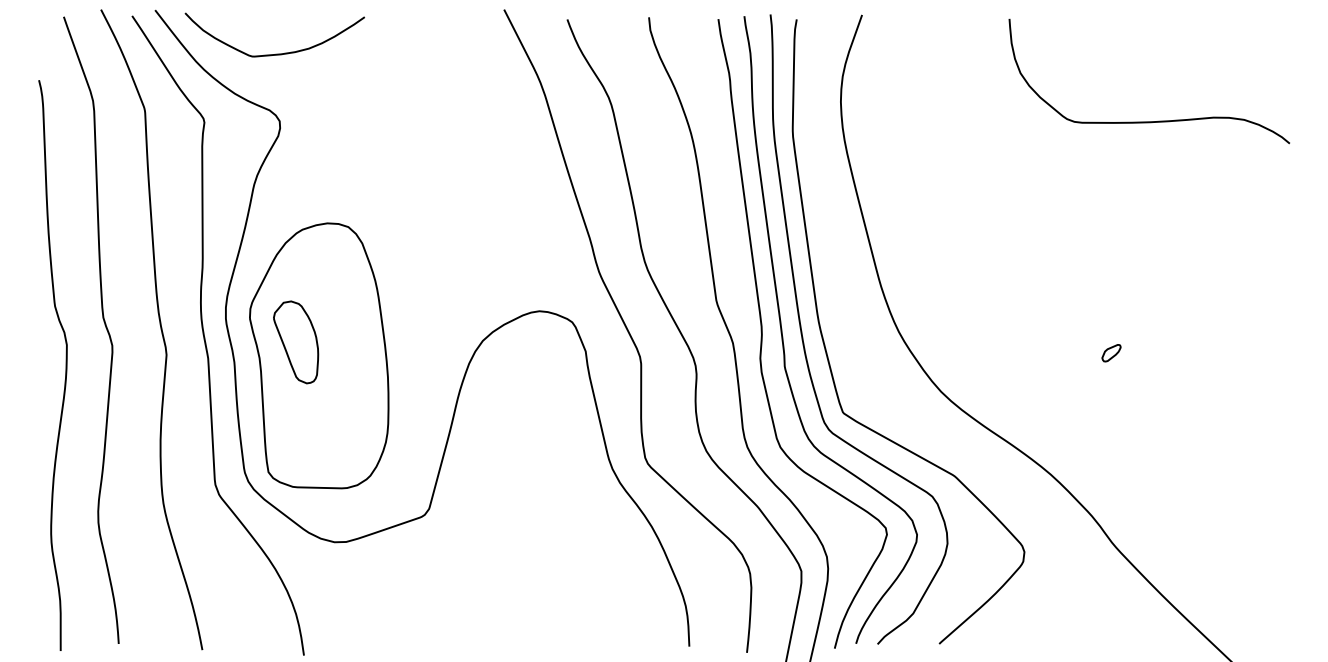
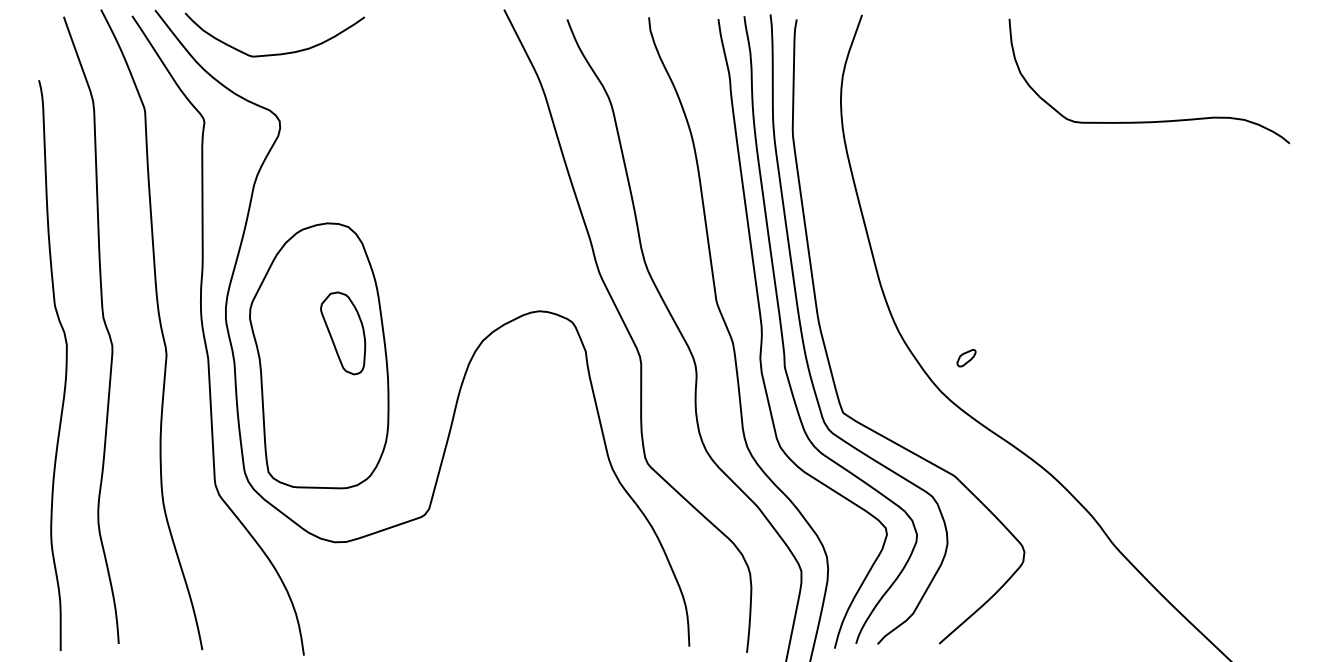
part at (296, 342) position: (296, 342) -> (343, 333)
part at (1111, 353) position: (1111, 353) -> (966, 358)
